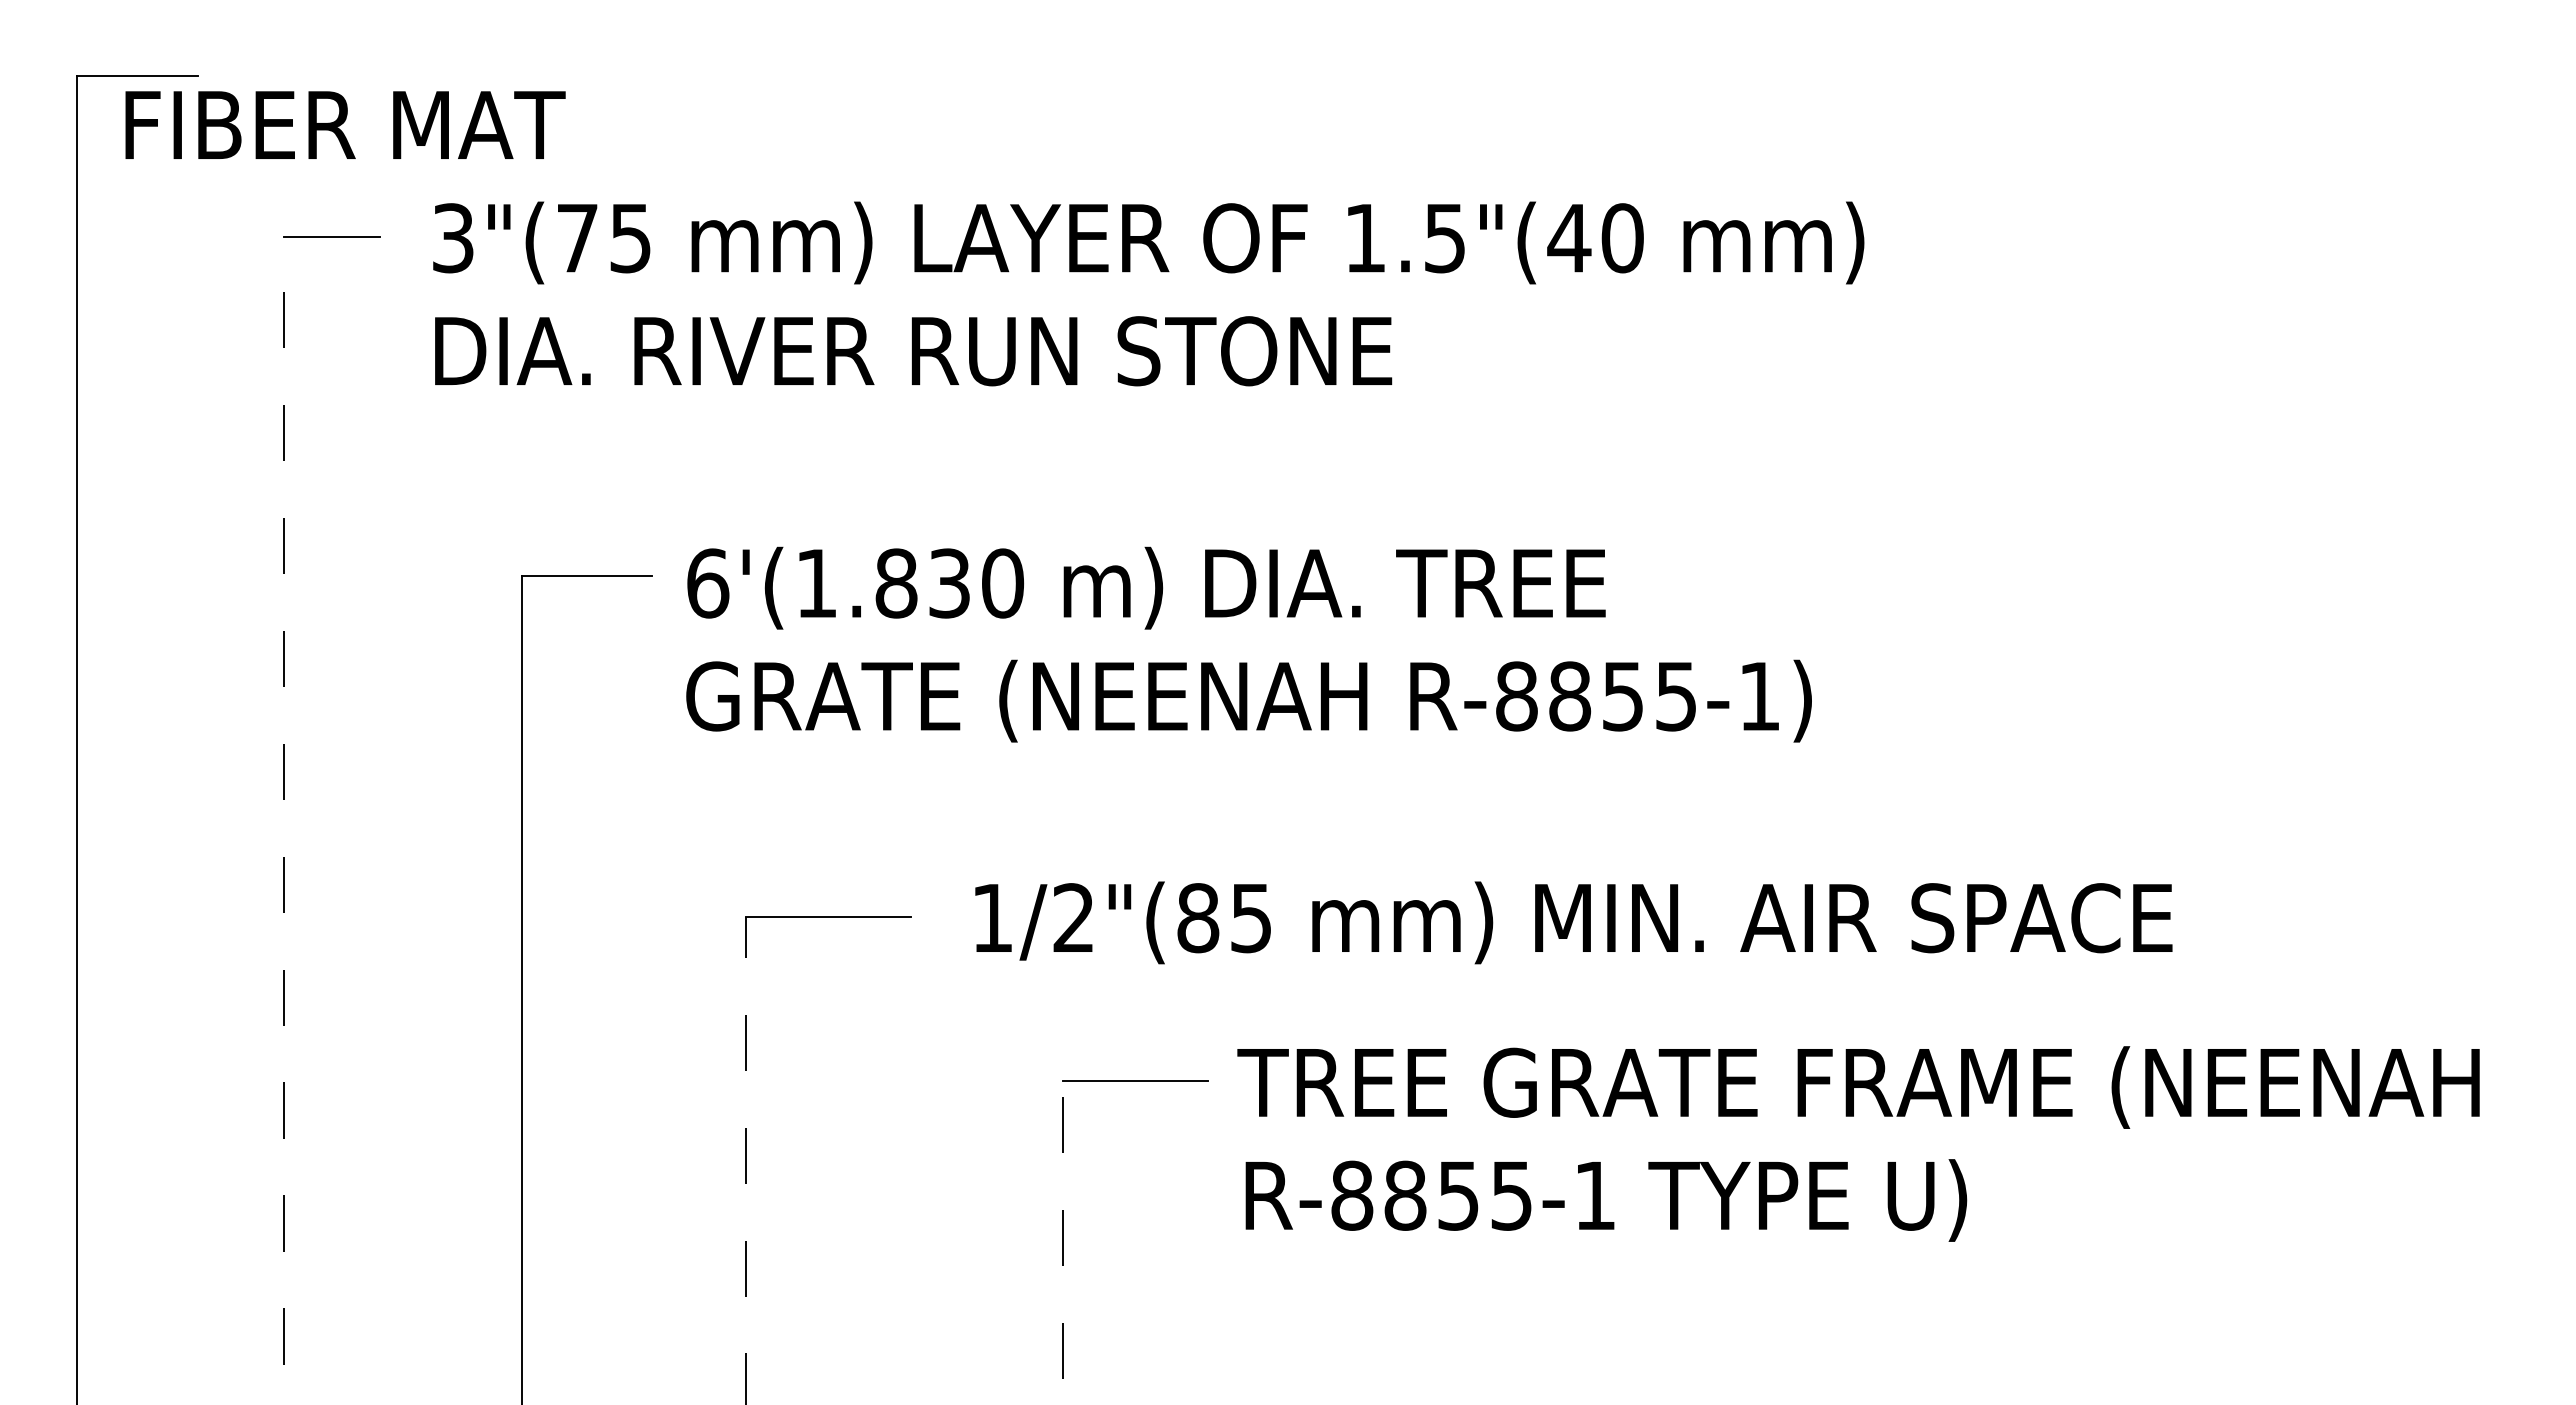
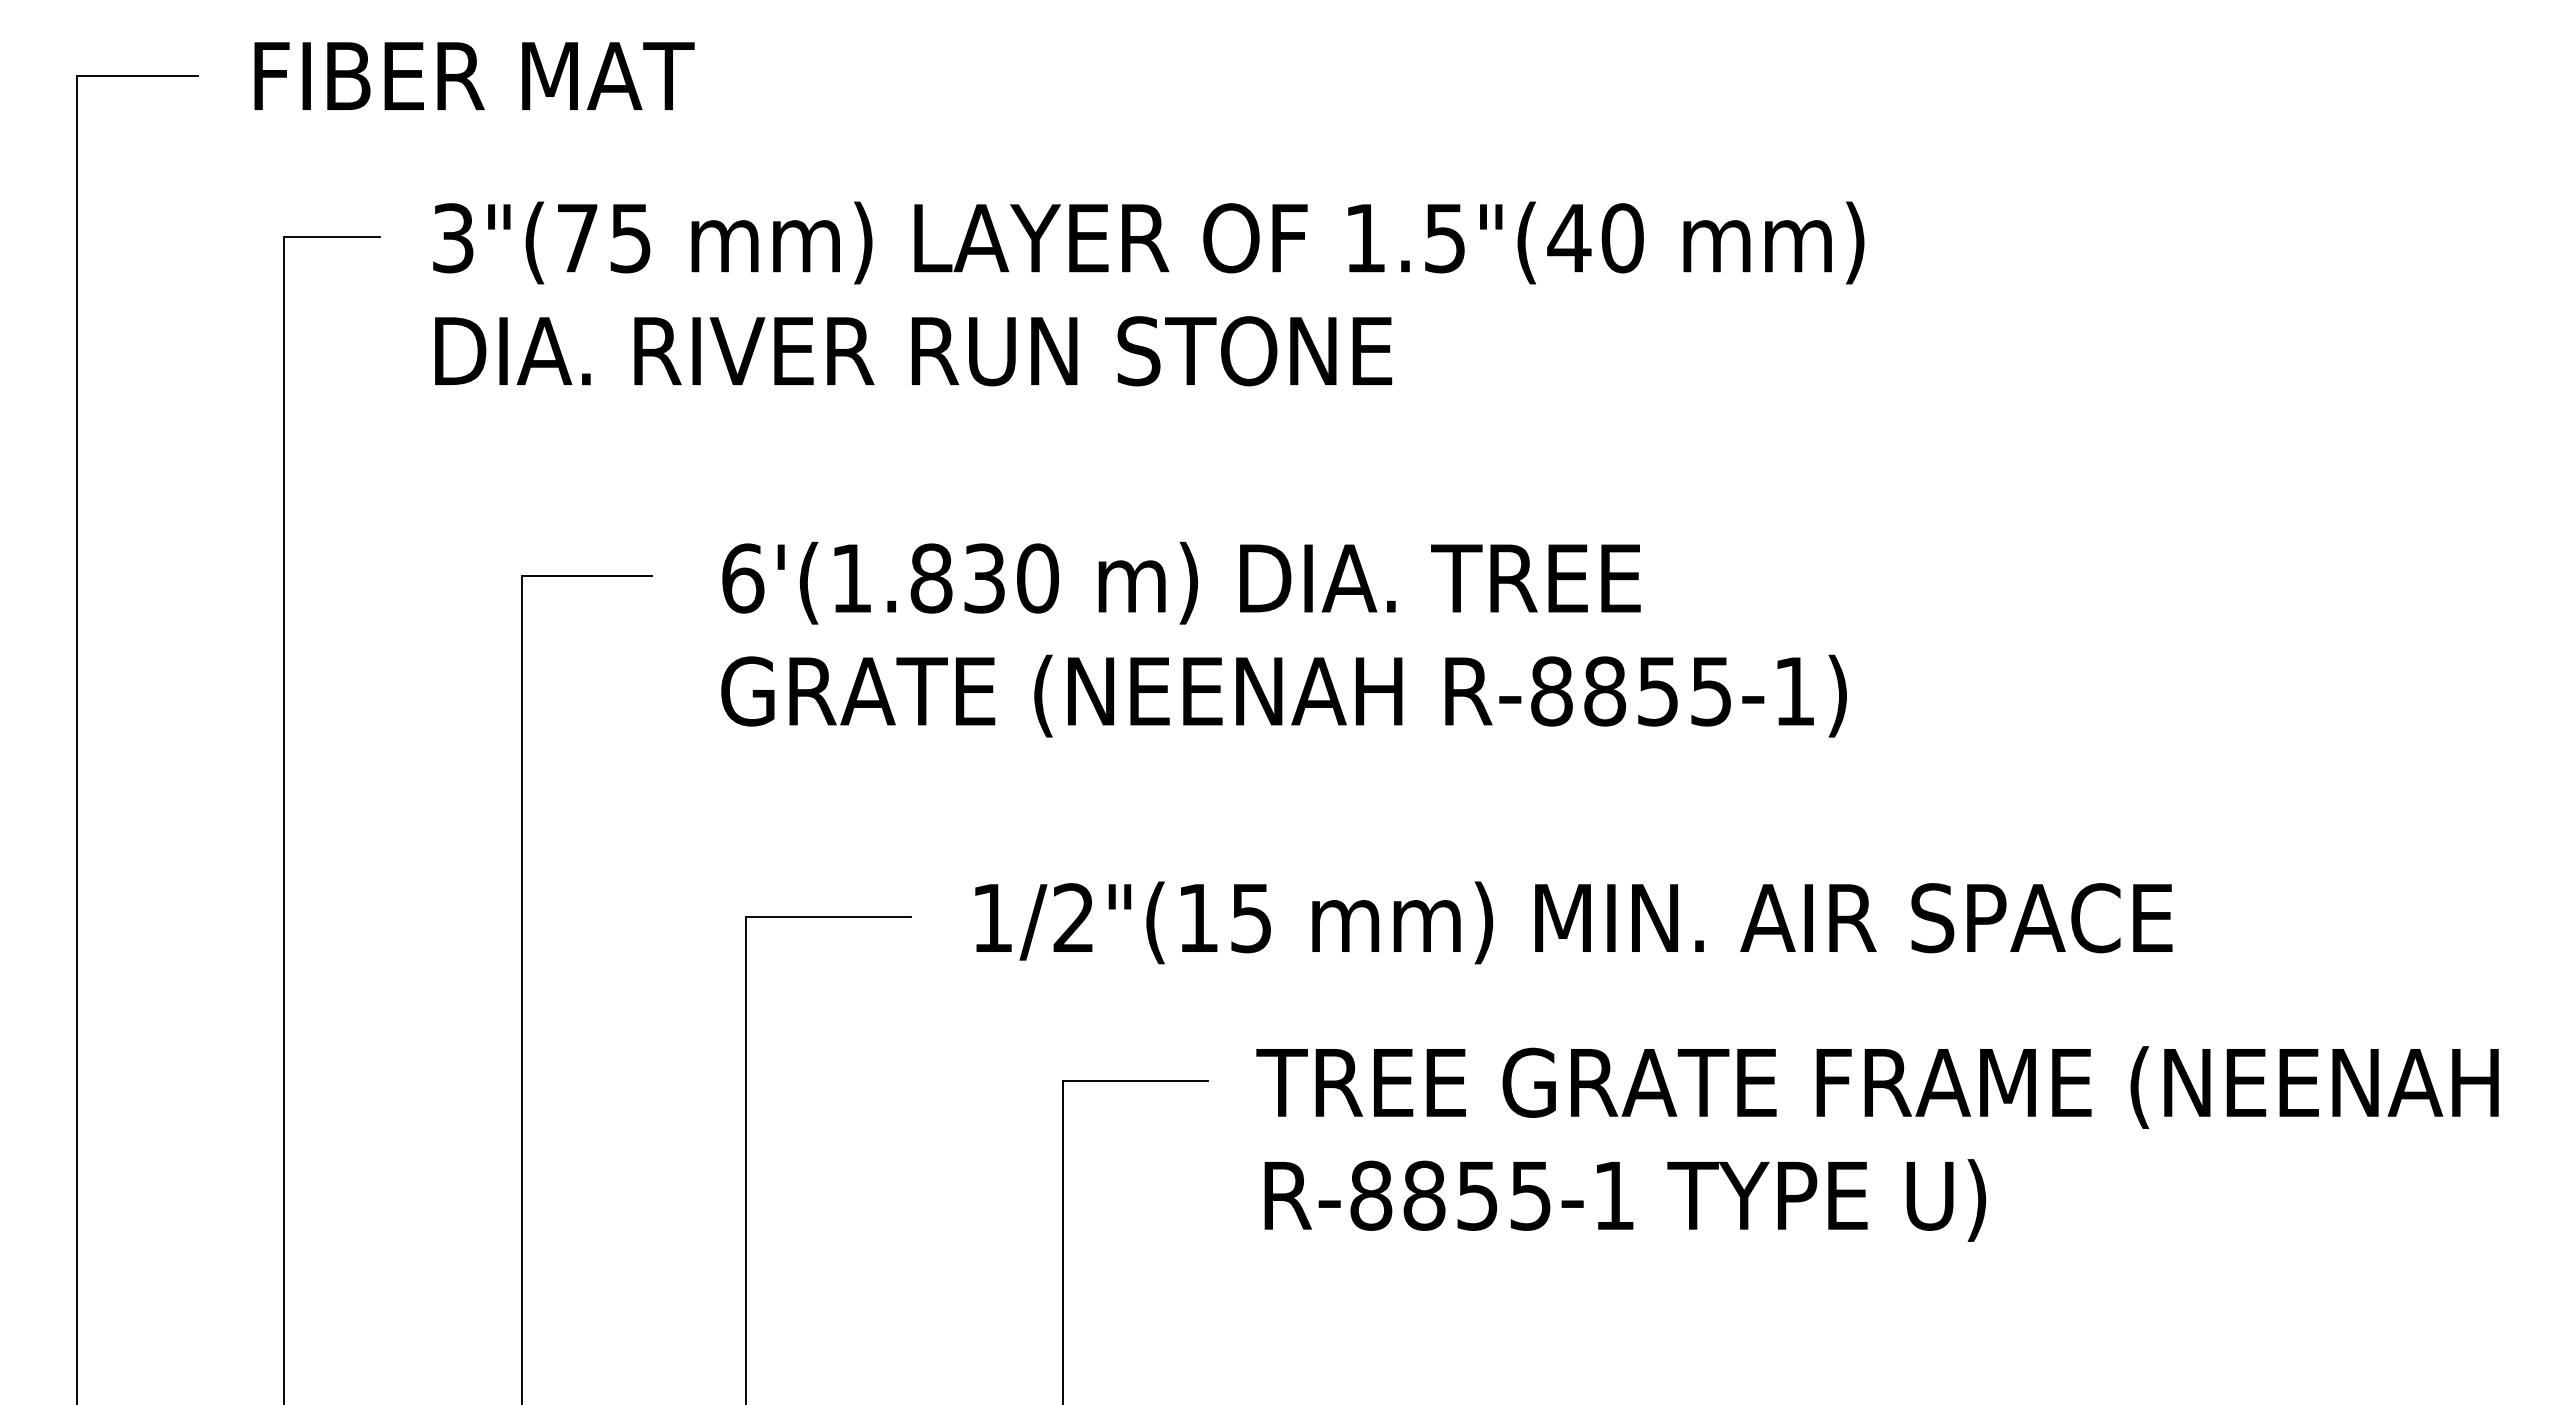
text at (345, 124) position: (345, 124) -> (474, 75)
text at (1248, 644) position: (1248, 644) -> (1283, 639)
line at (284, 820): dashed -> solid
text at (1198, 918): 1/2"(85 -> 1/2"(15
text at (1858, 1143) position: (1858, 1143) -> (1877, 1143)
line at (746, 1160): dashed -> solid
line at (1063, 1242): dashed -> solid
